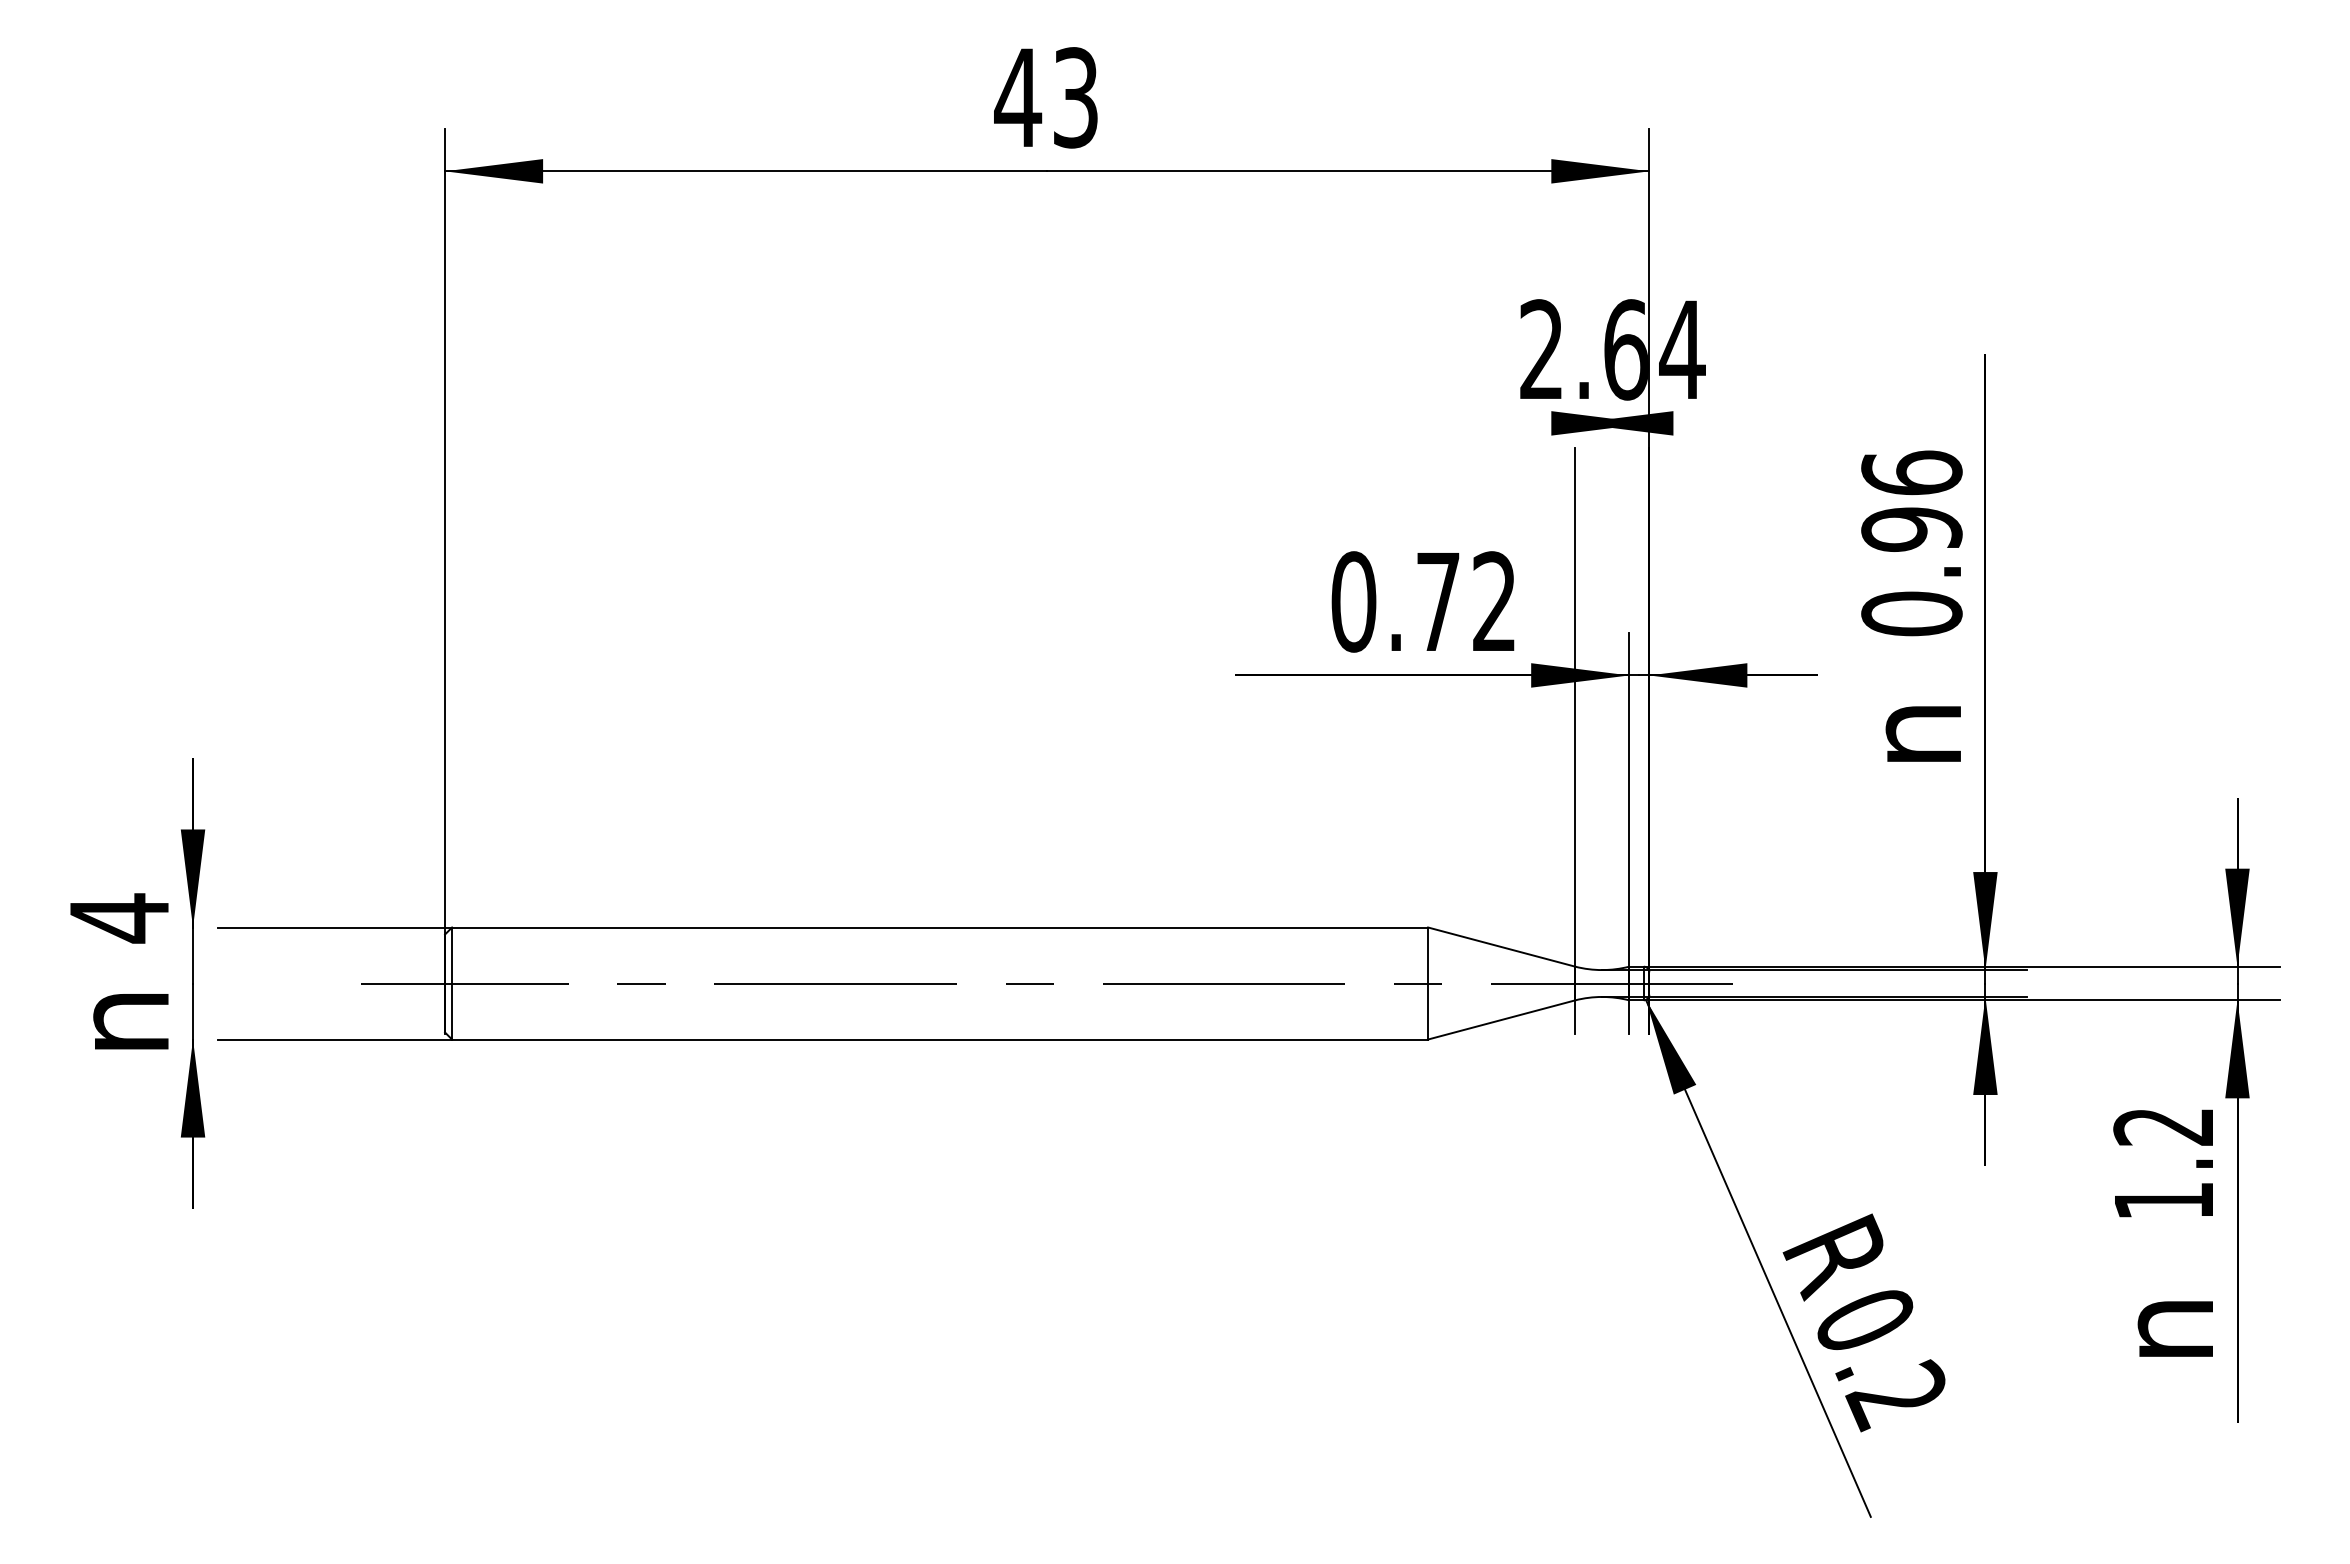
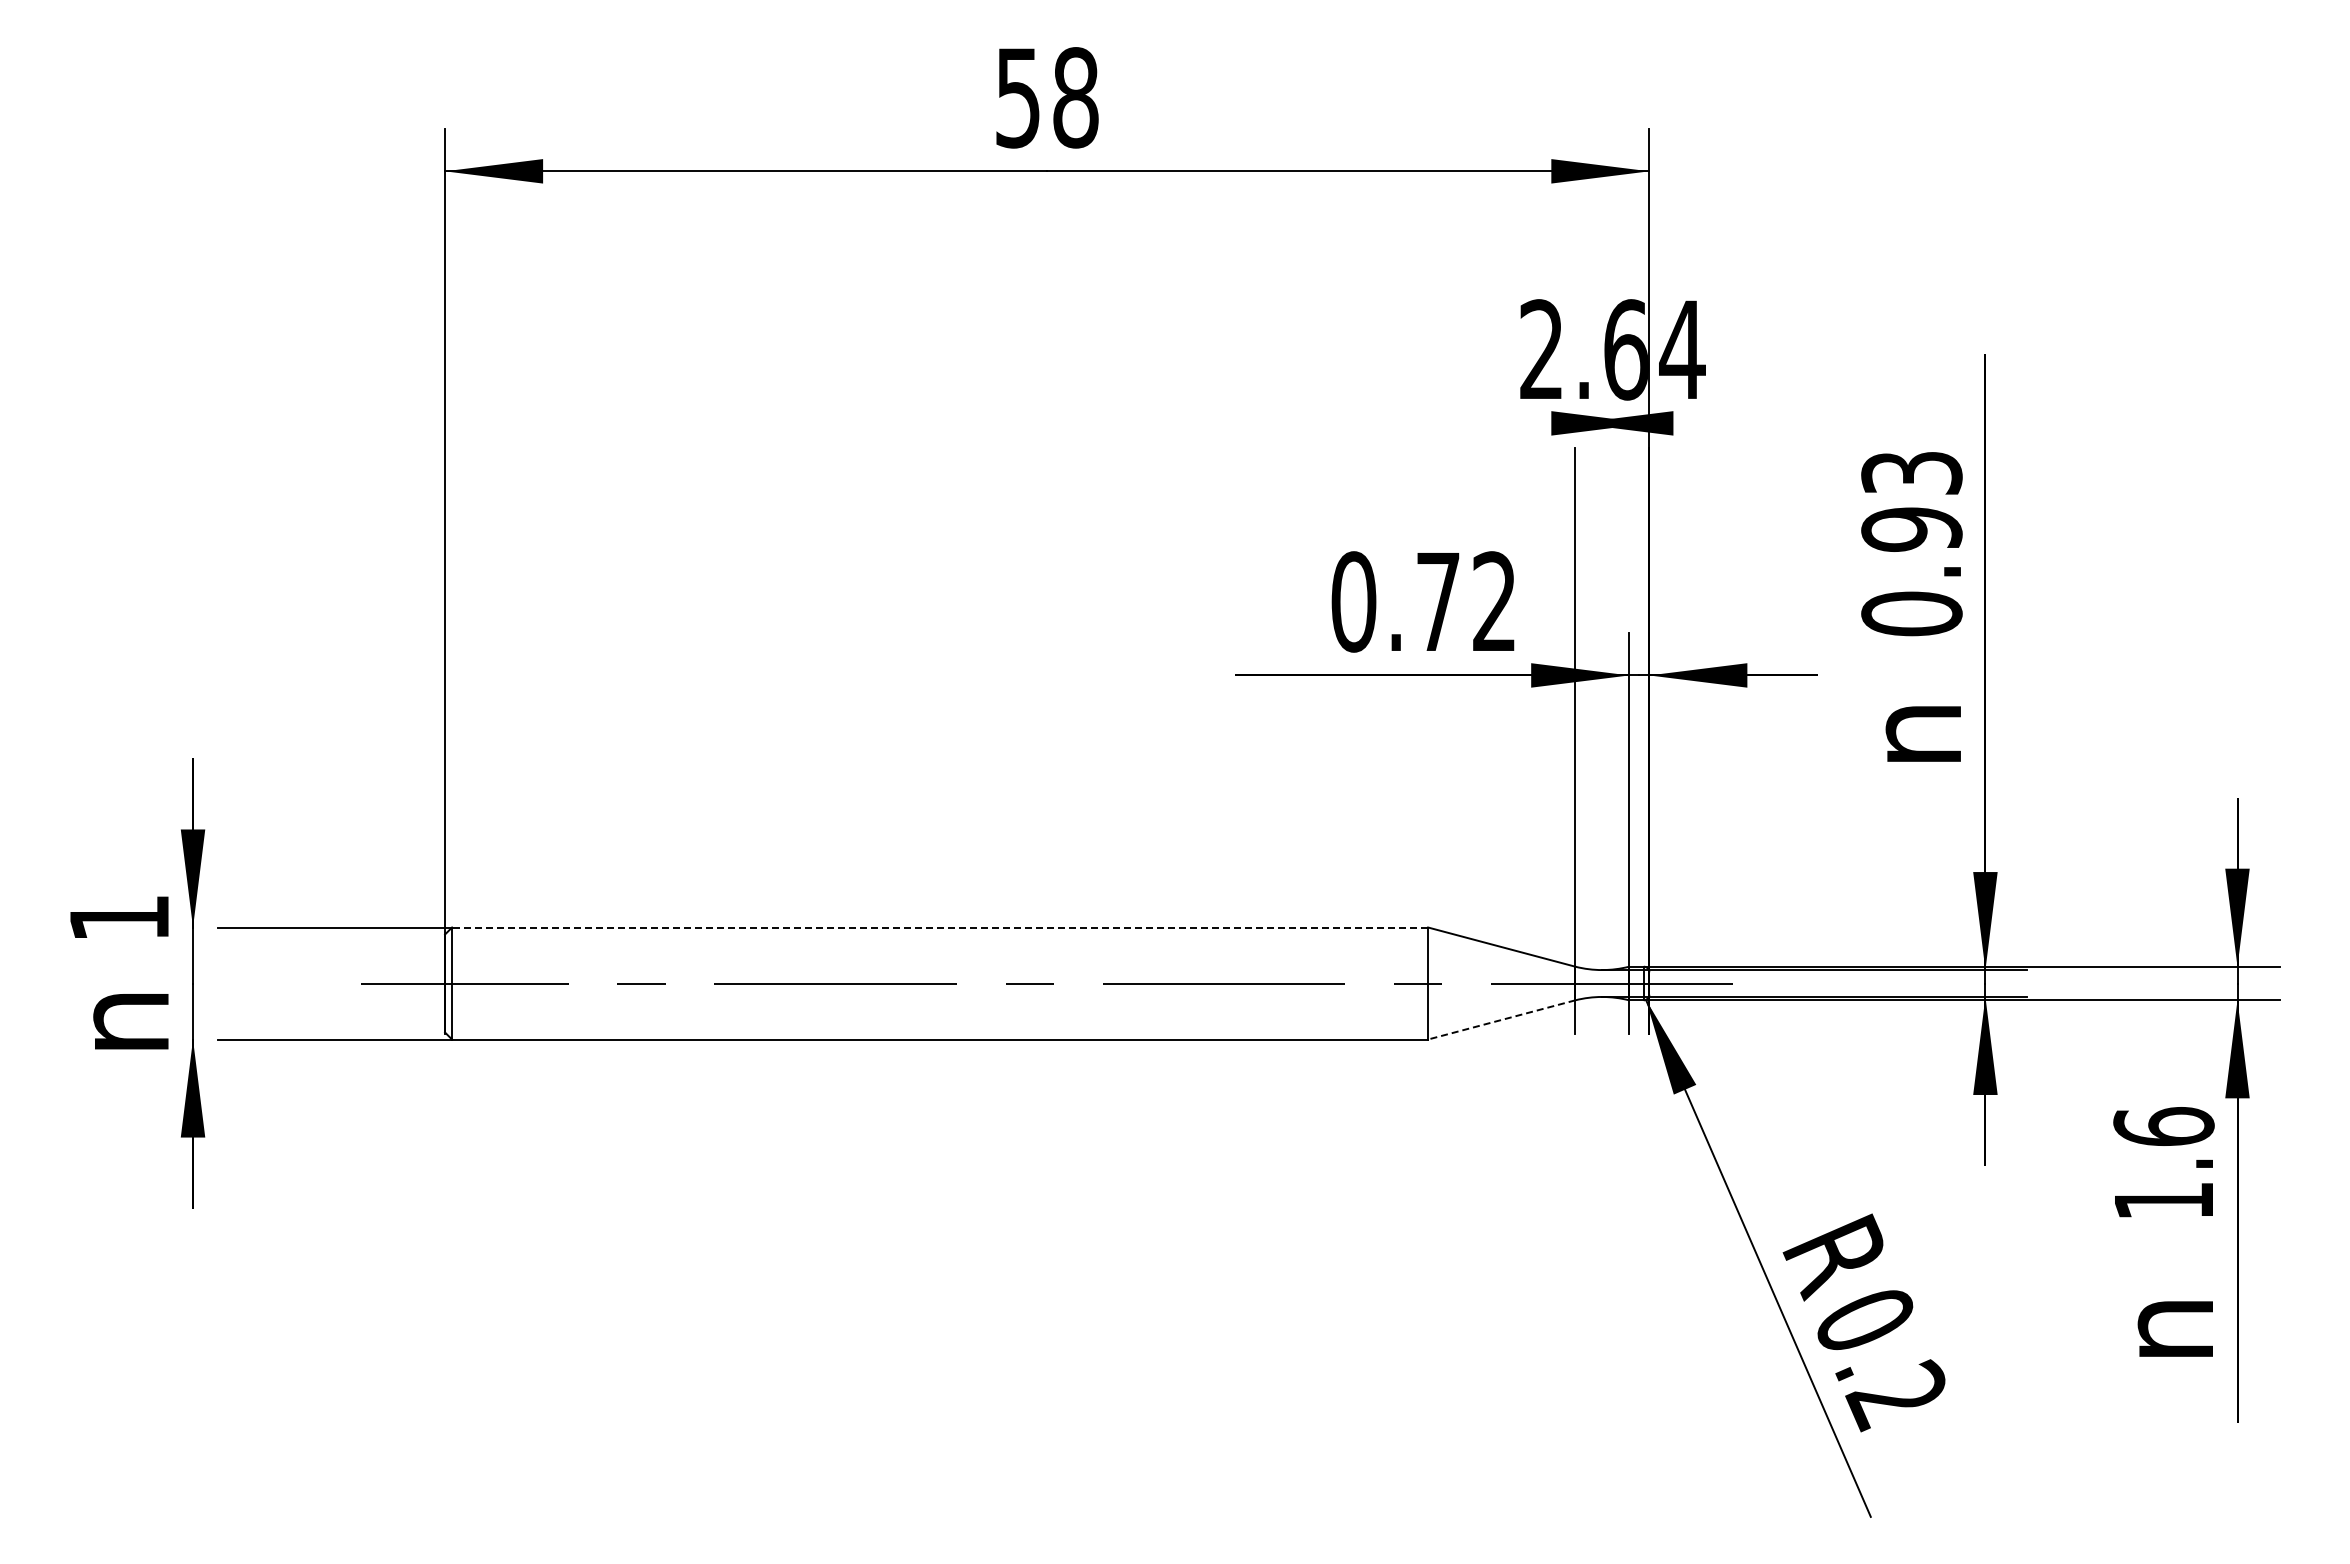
text at (1046, 97): 43 -> 58
text at (1911, 472): 0.96 -> 0.93
text at (119, 918): 4 -> 1
line at (939, 927): solid -> dashed
line at (1501, 1020): solid -> dashed
text at (2163, 1126): 1.2 -> 1.6
